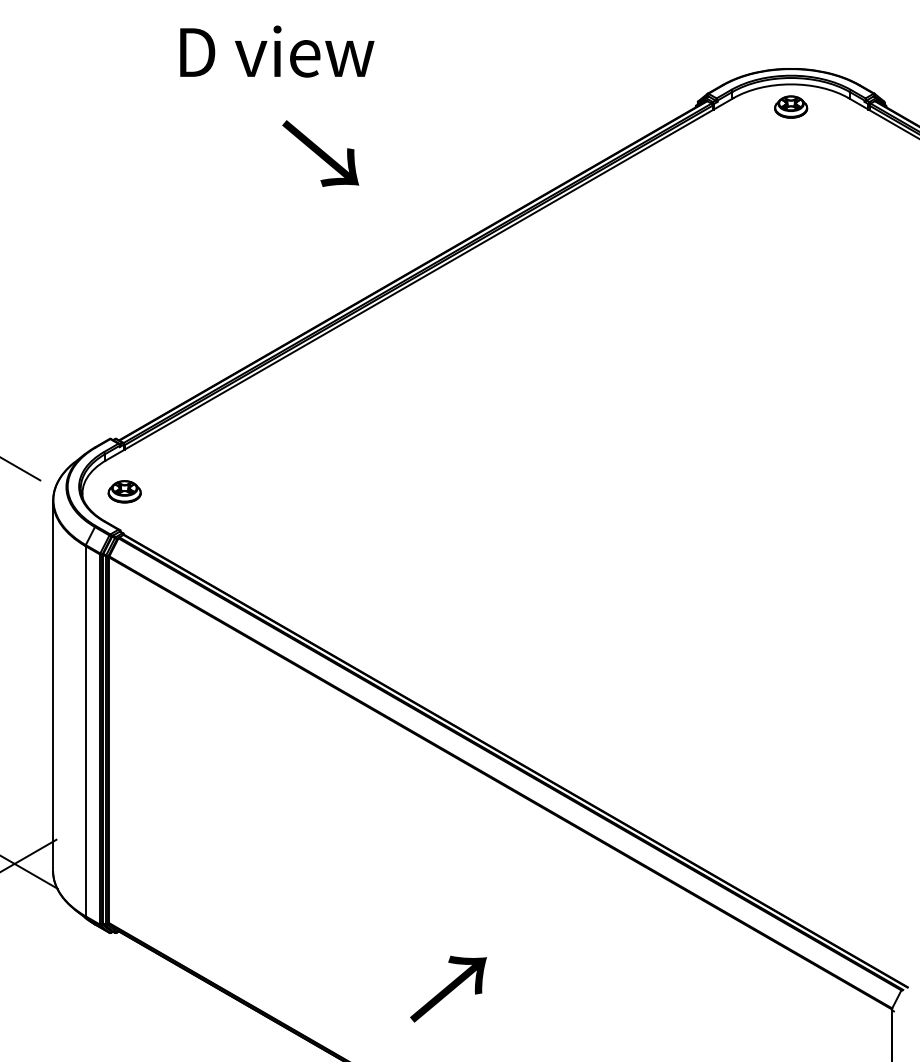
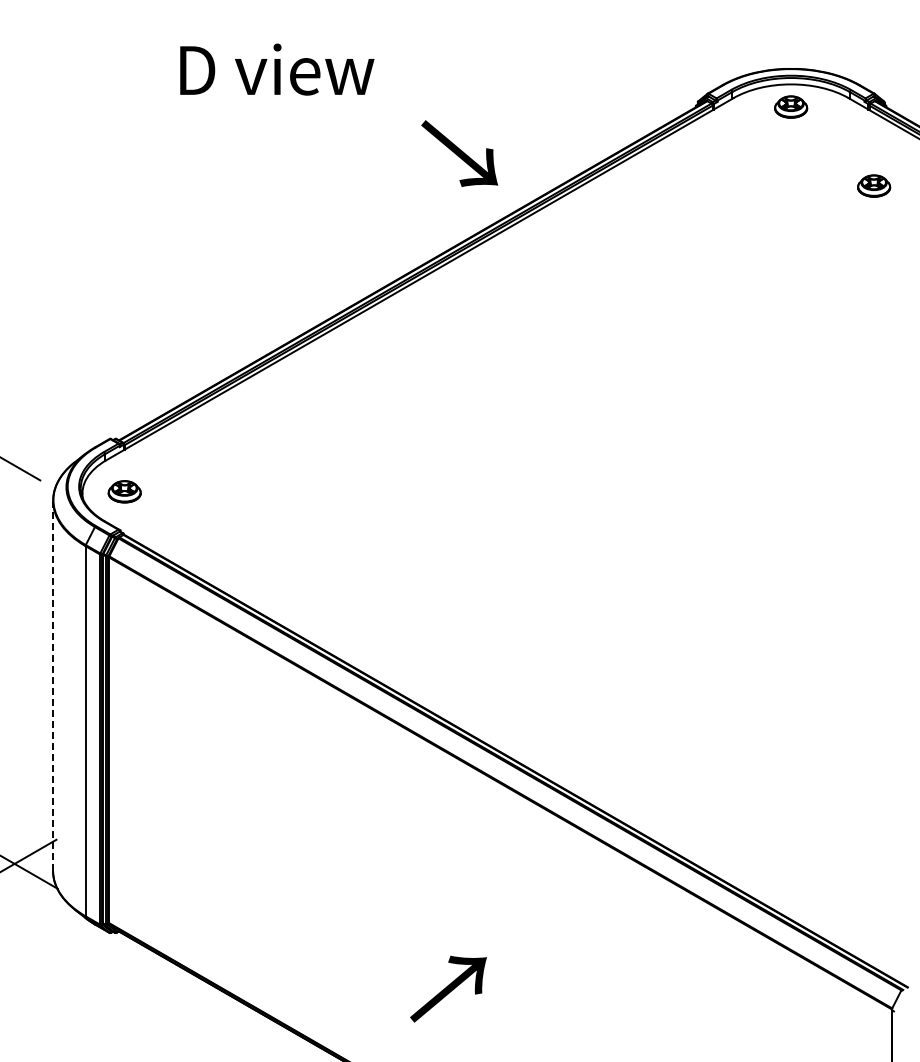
text at (277, 51) position: (277, 51) -> (277, 69)
text at (320, 153) position: (320, 153) -> (459, 153)
part at (874, 185): none -> present
line at (53, 685): solid -> dashed
